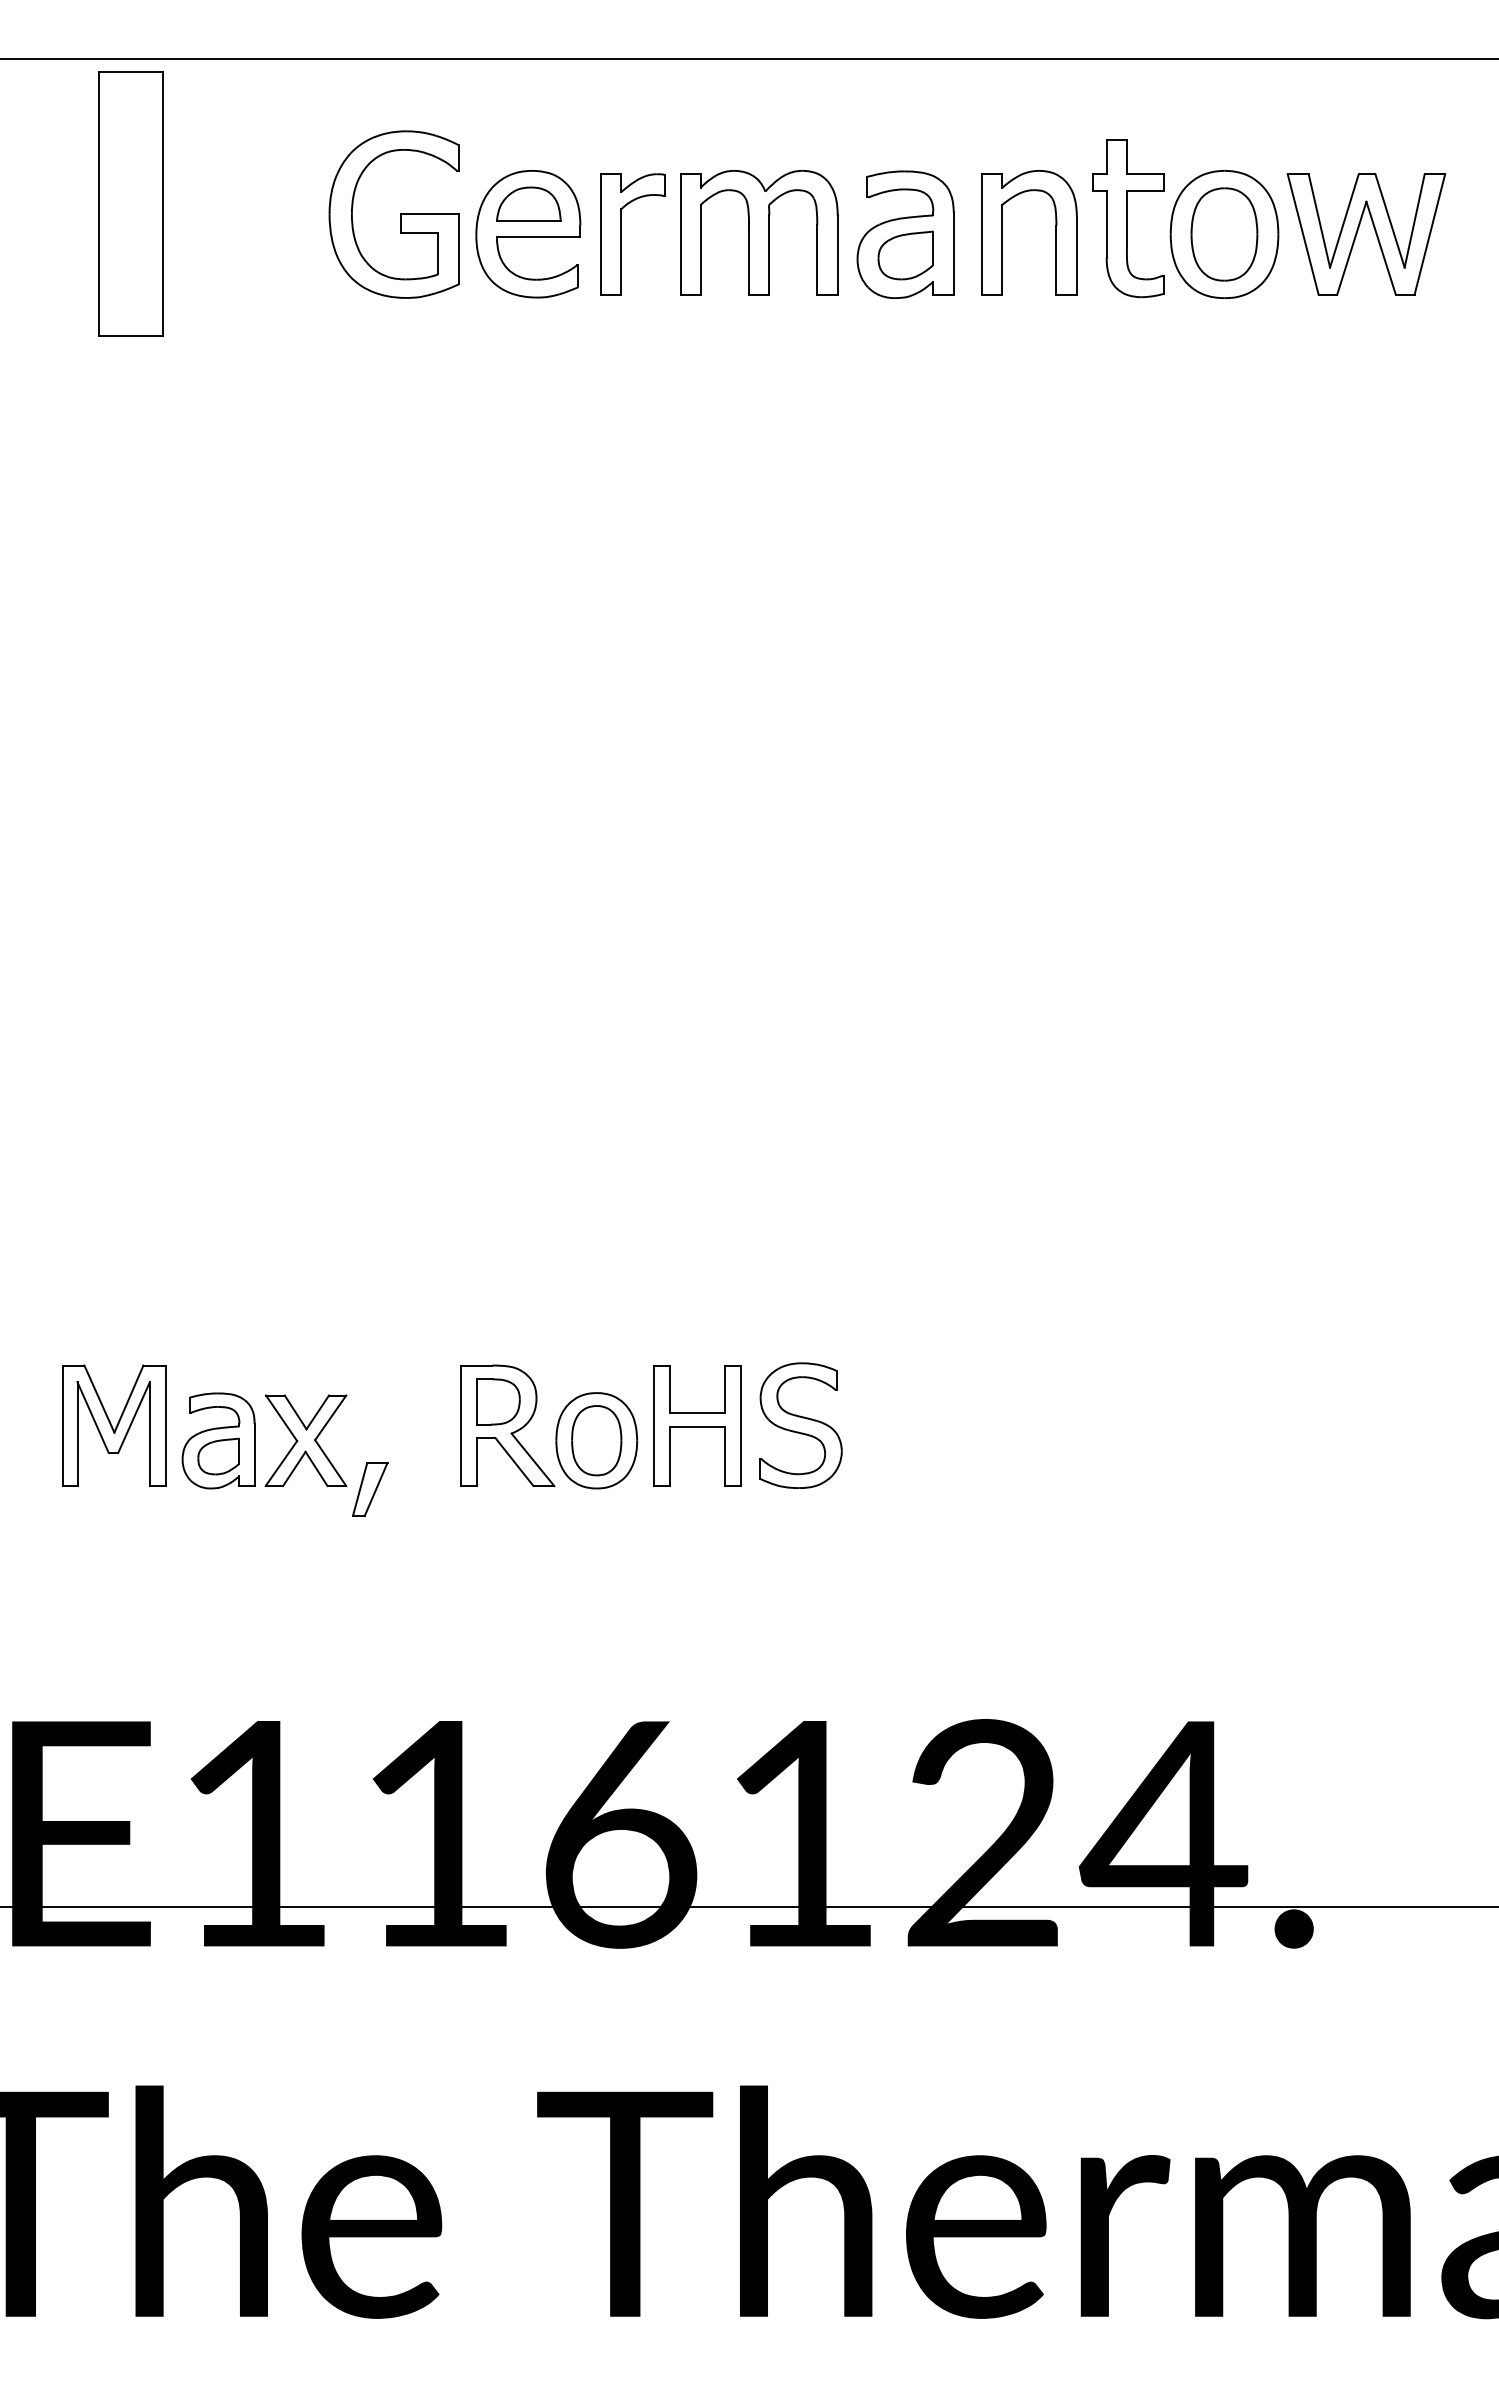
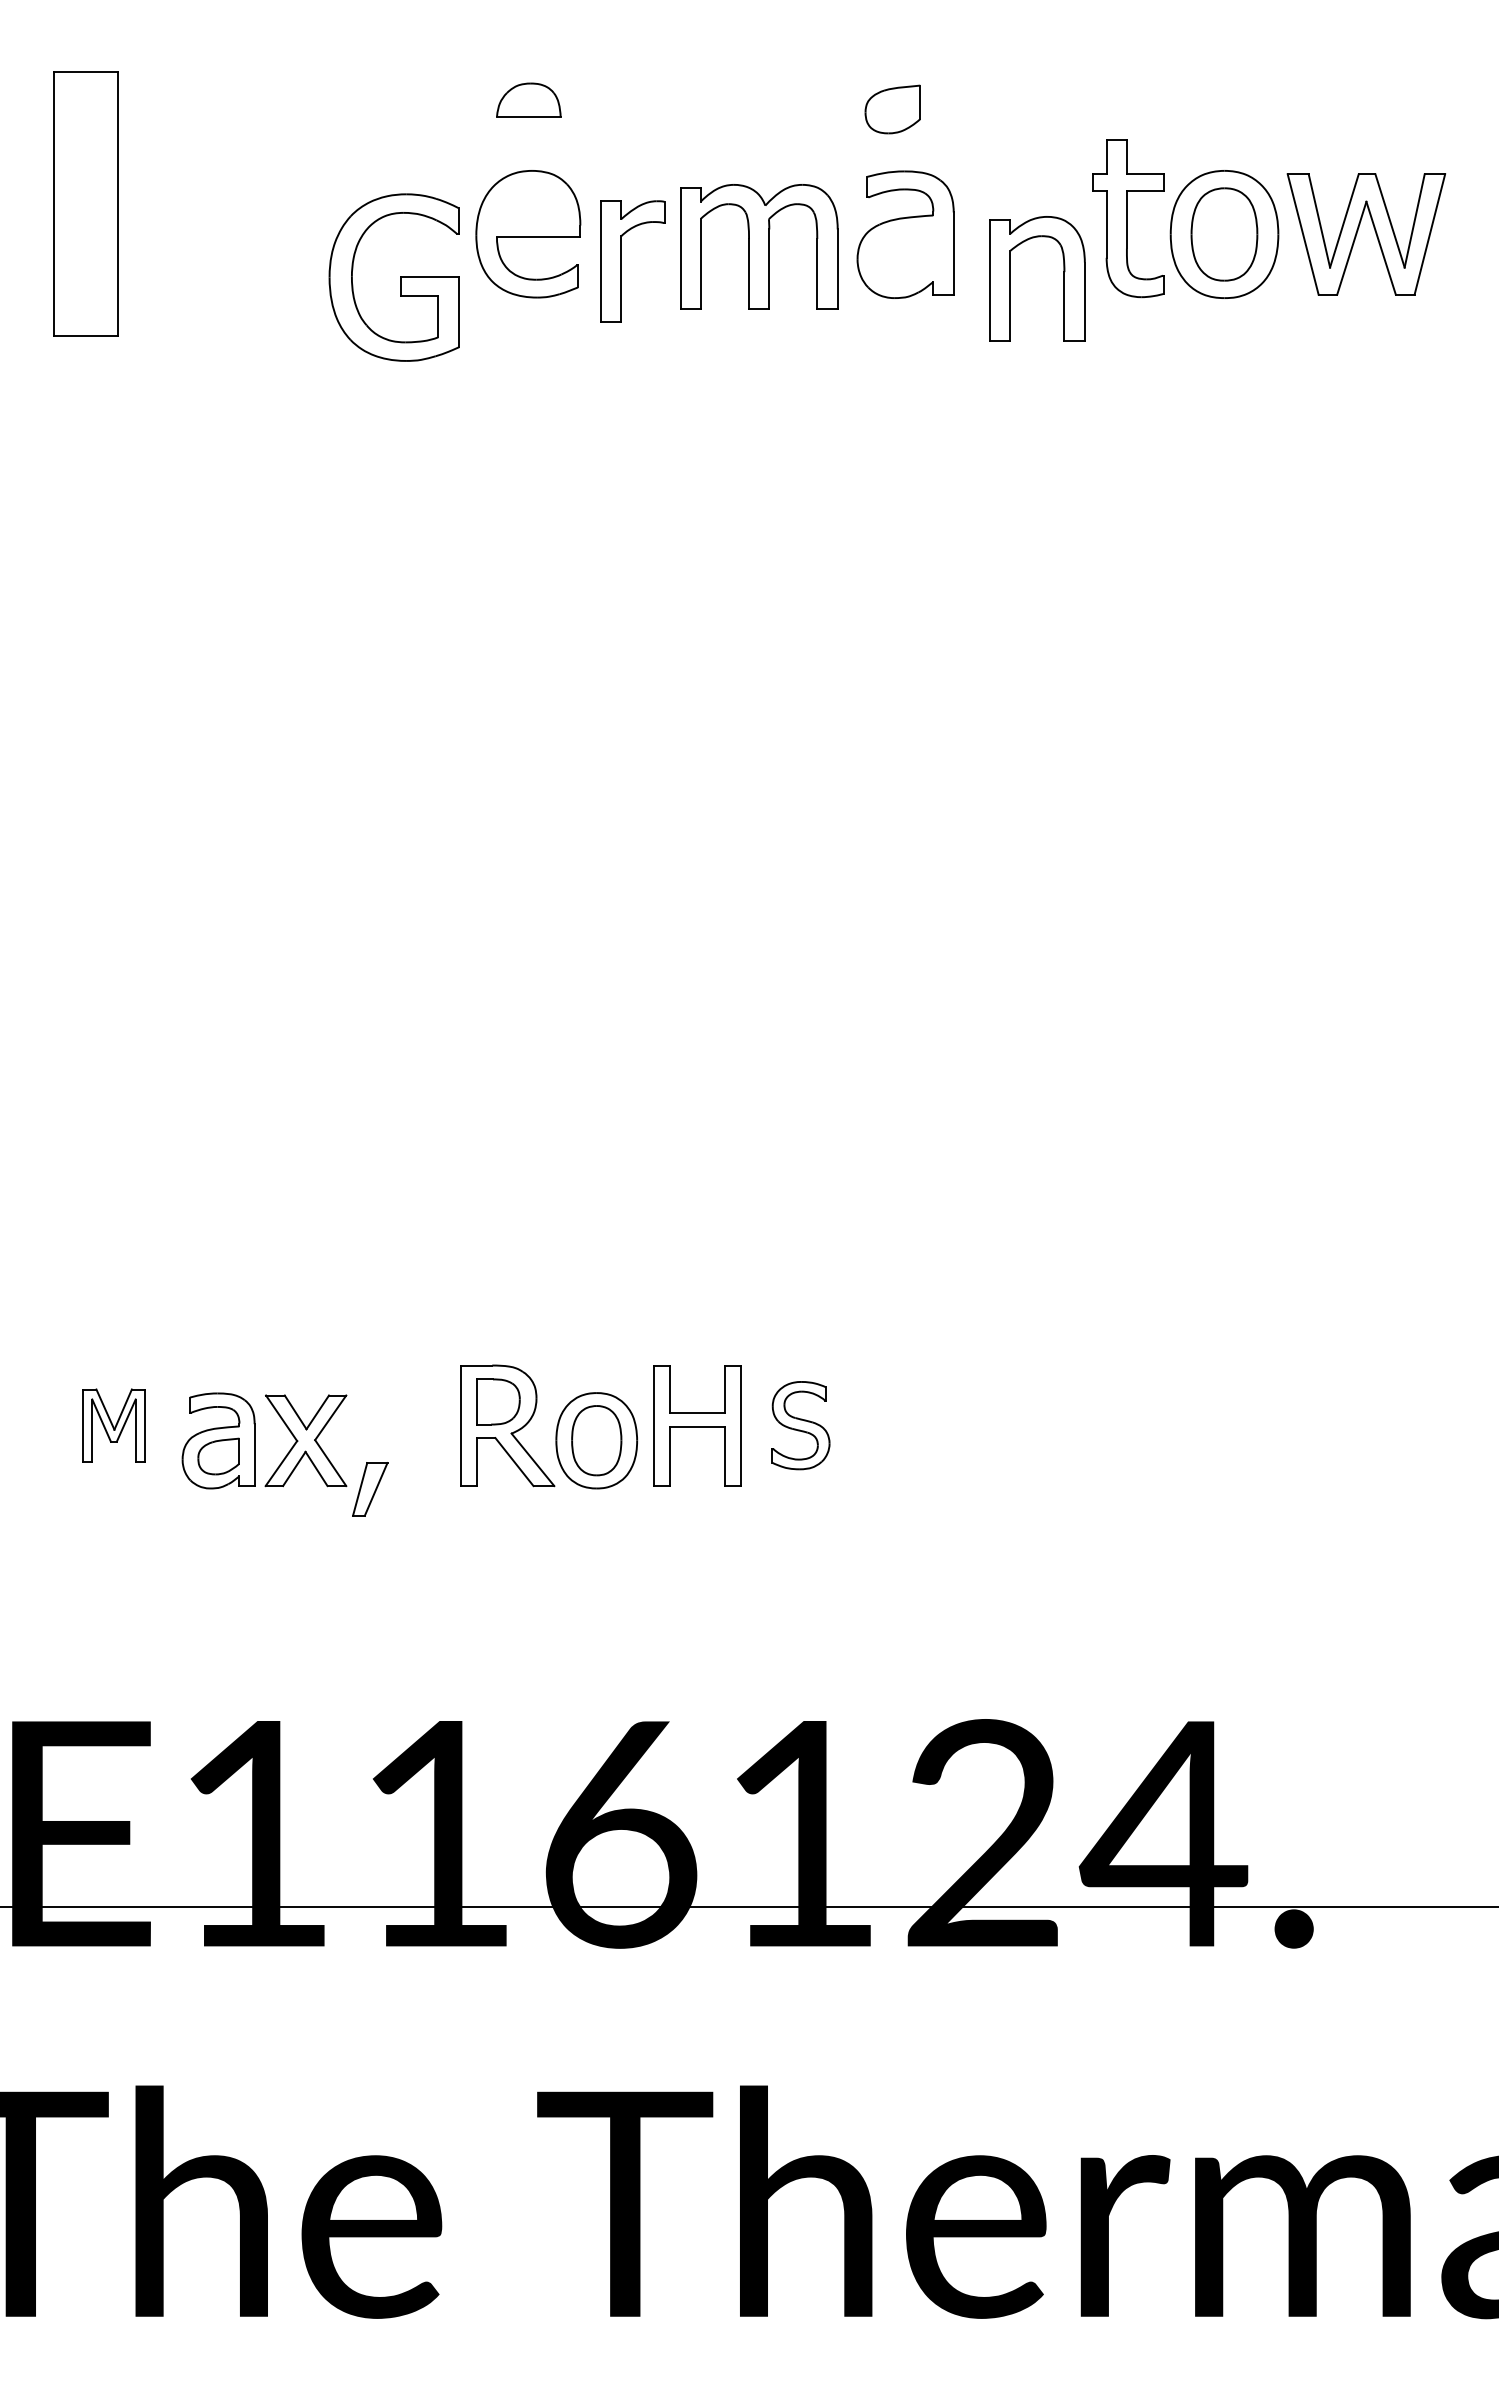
line at (748, 59): present -> none
part at (130, 203) position: (130, 203) -> (85, 203)
part at (528, 203) position: (528, 203) -> (528, 99)
part at (400, 214) position: (400, 214) -> (400, 277)
part at (759, 232) position: (759, 232) -> (759, 246)
part at (1055, 232) position: (1055, 232) -> (1063, 278)
part at (621, 234) position: (621, 234) -> (621, 261)
part at (905, 255) position: (905, 255) -> (892, 109)
part at (114, 1425) size: 105x123 px -> 64x75 px
part at (800, 1425) size: 84x127 px -> 60x90 px
